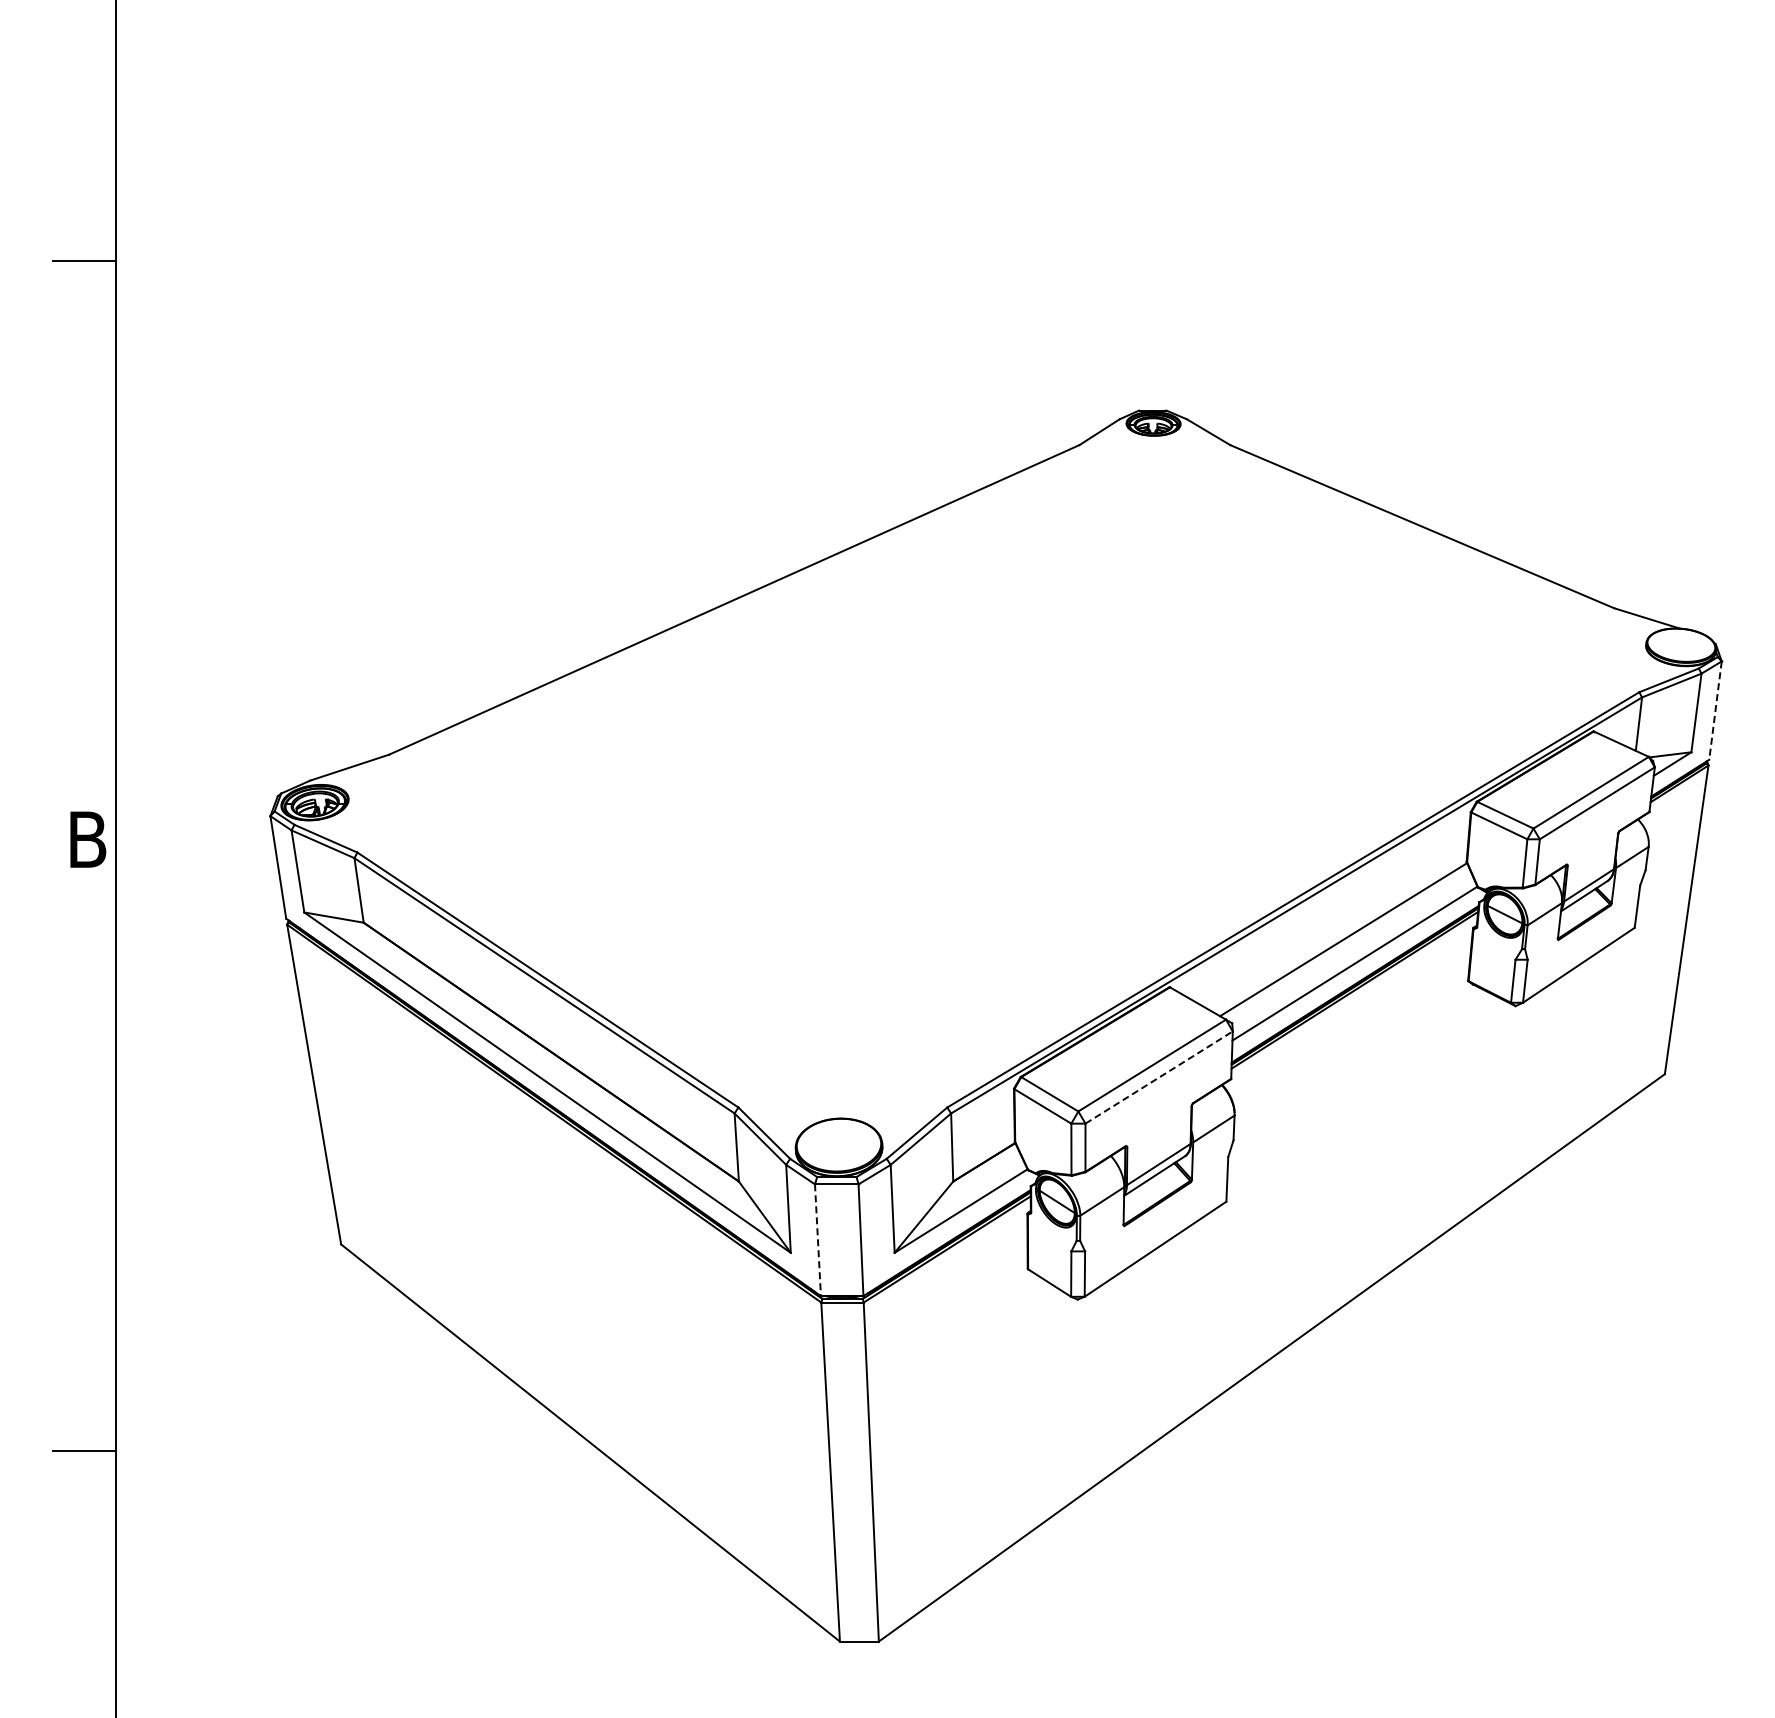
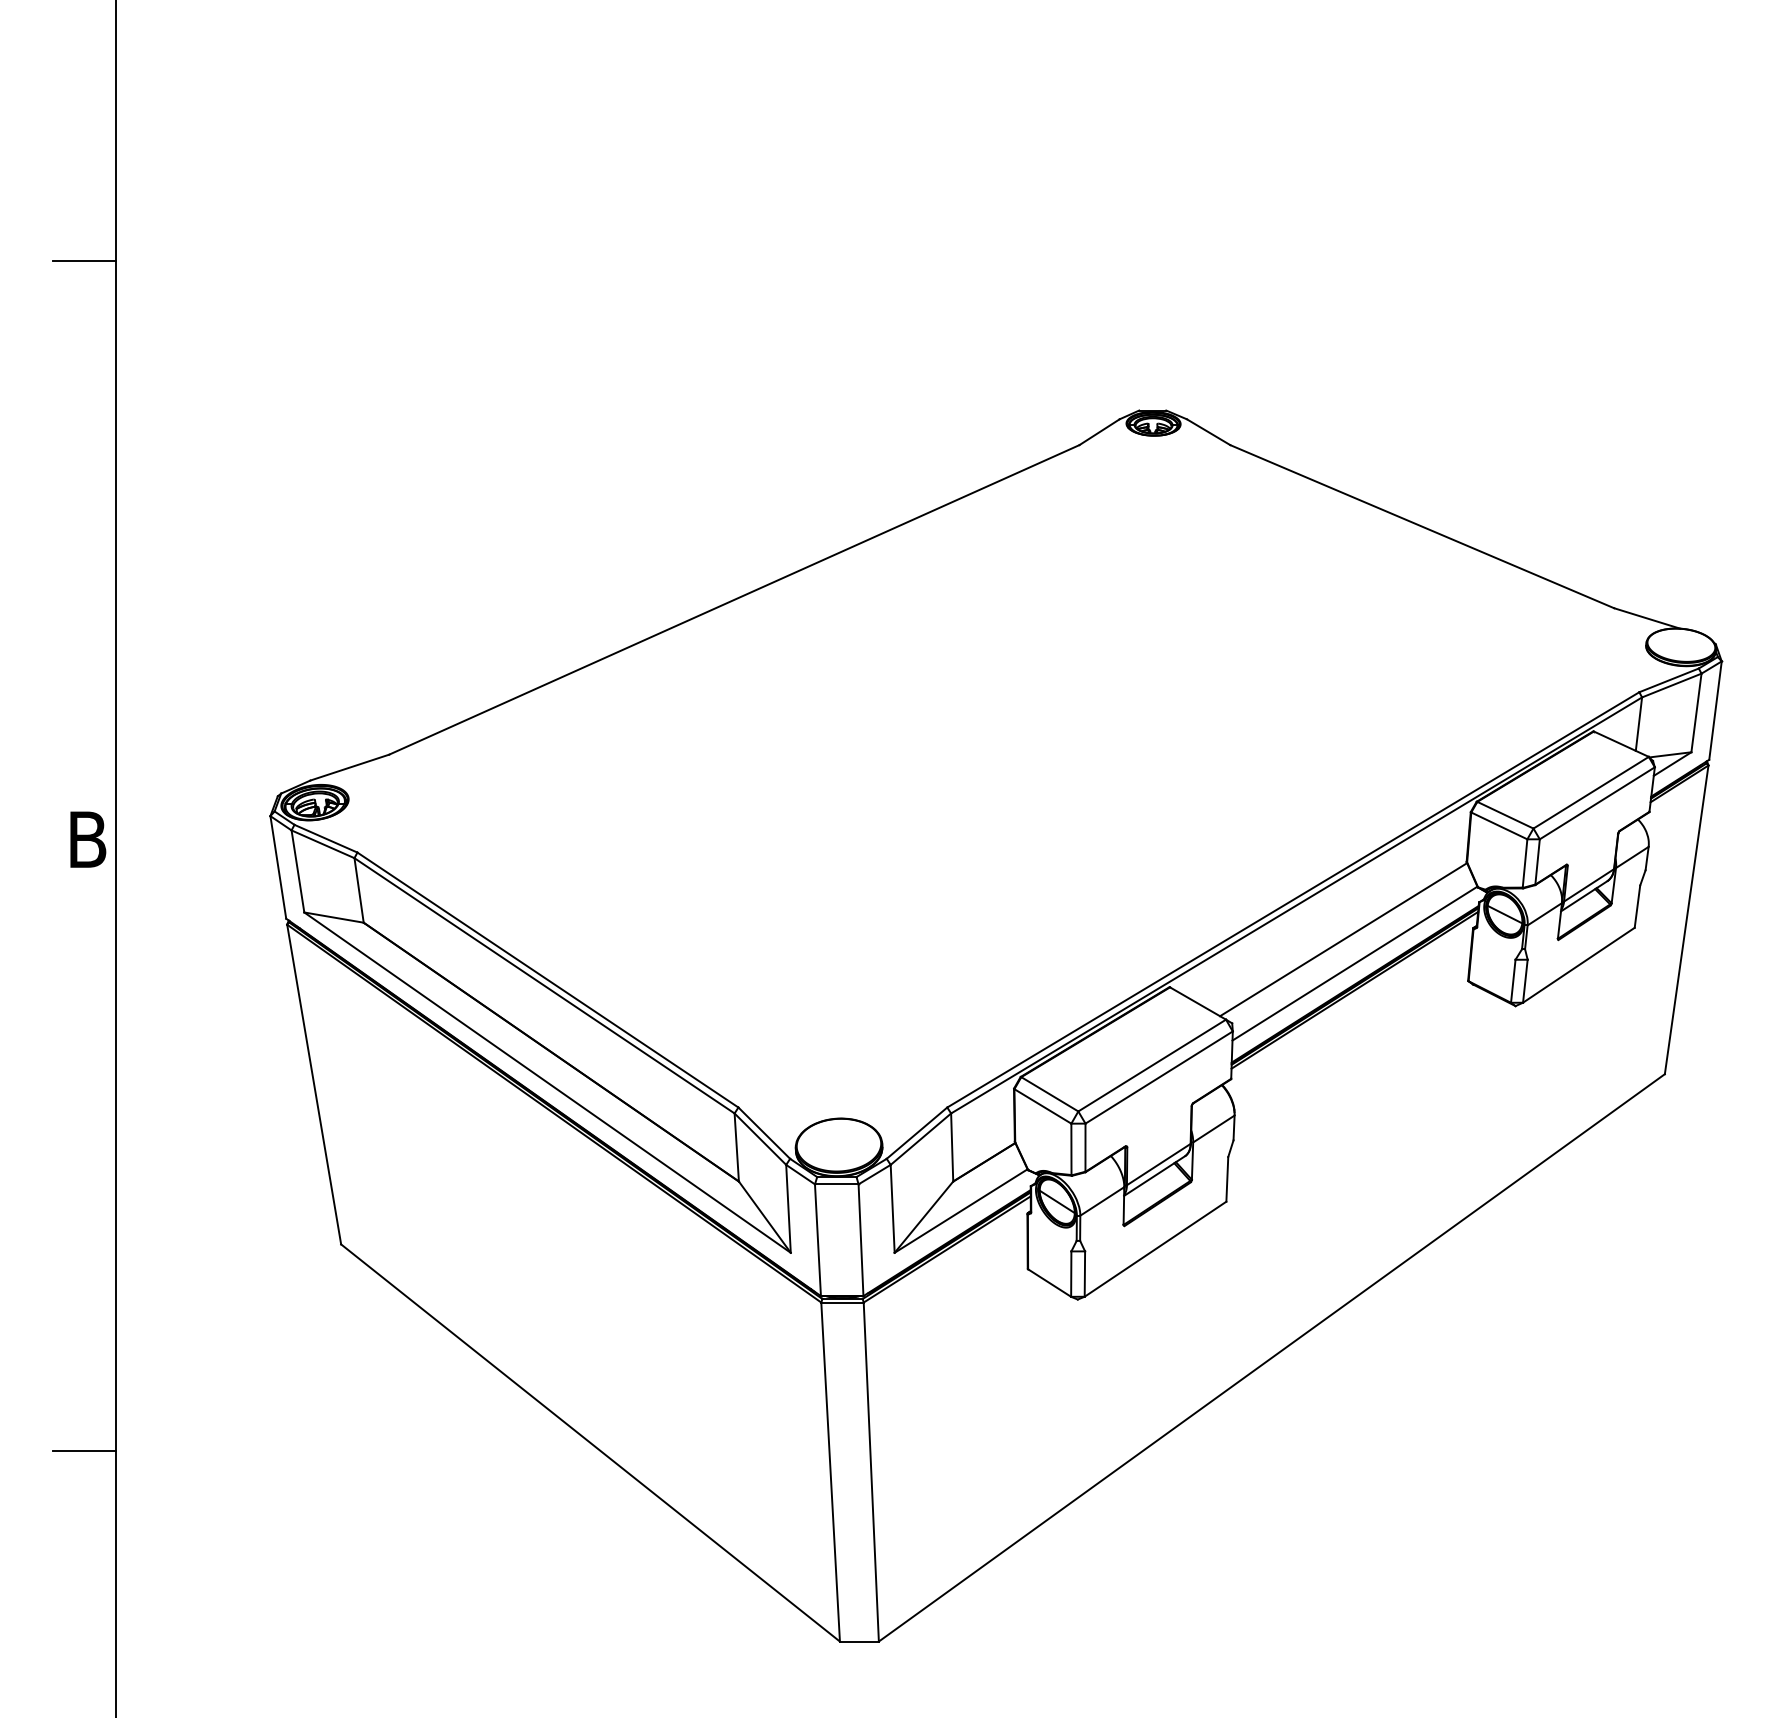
line at (1715, 710): dashed -> solid
line at (1159, 1077): dashed -> solid
line at (817, 1240): dashed -> solid
